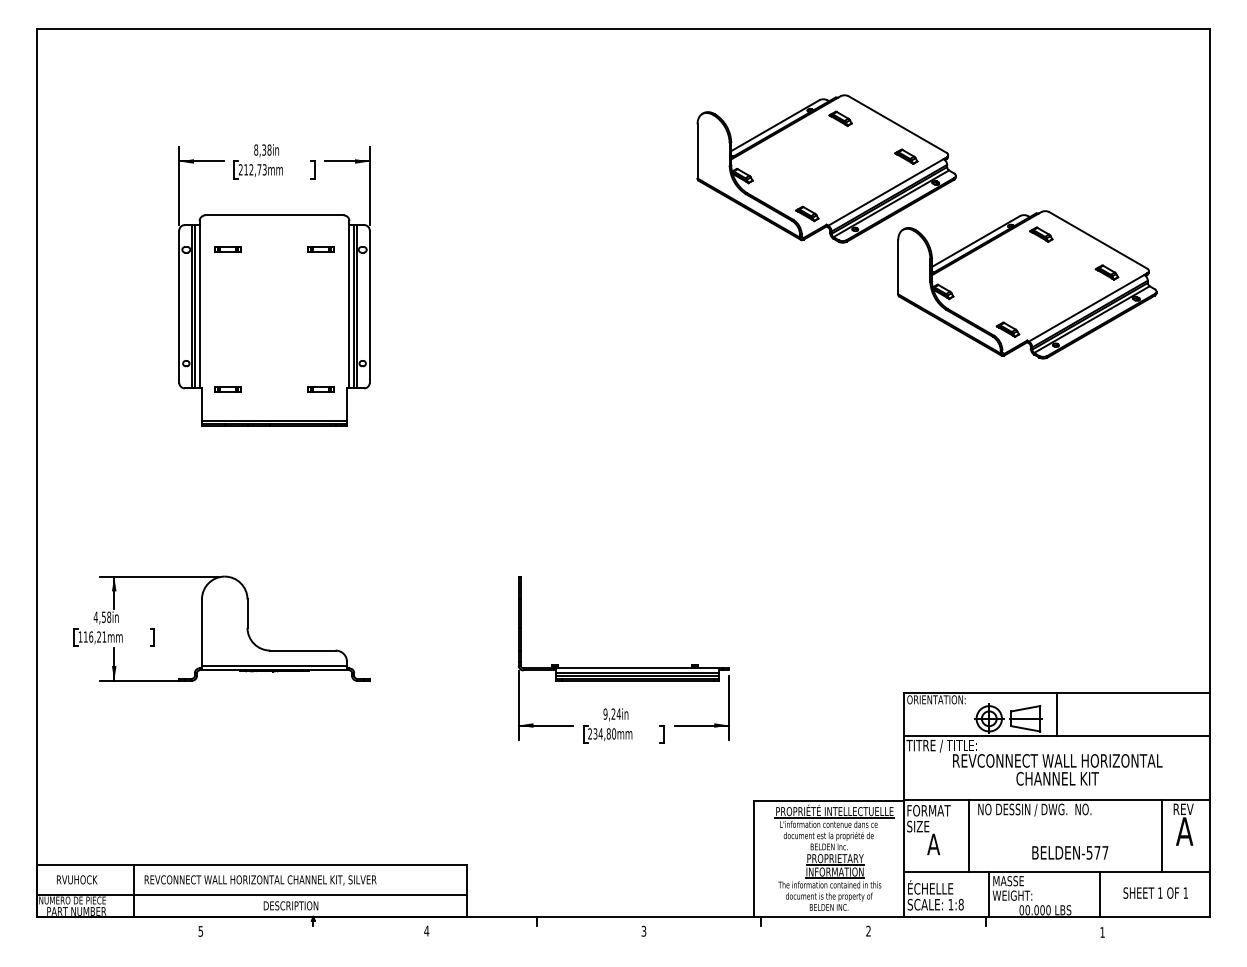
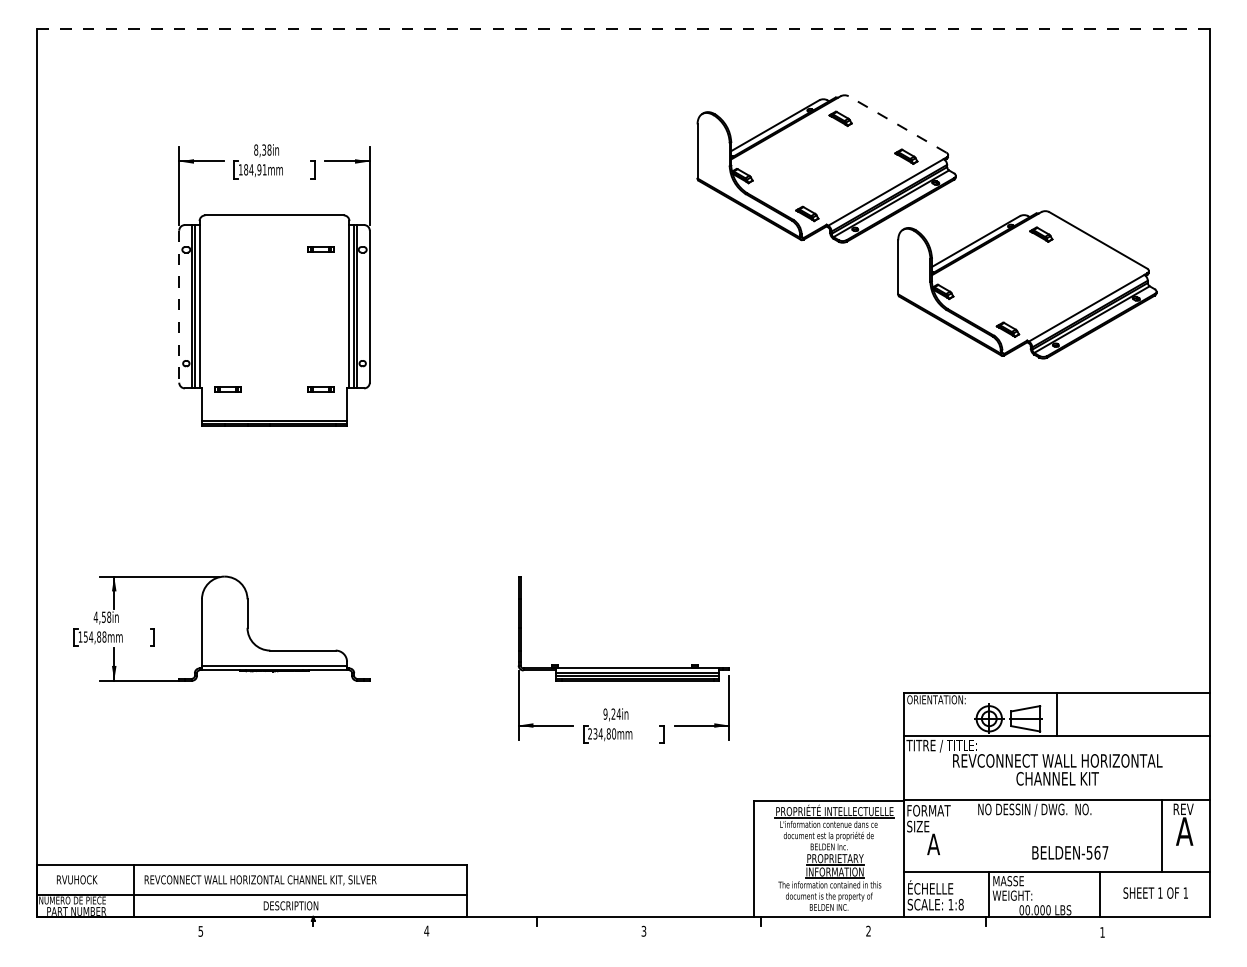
line at (623, 29): solid -> dashed
line at (897, 124): solid -> dashed
text at (252, 169): 212,73mm -> 184,91mm
part at (227, 249): present -> none
part at (1106, 272): present -> none
line at (179, 306): solid -> dashed
text at (94, 636): 116,21mm -> 154,88mm
line at (968, 835): present -> none
text at (1097, 852): BELDEN-577 -> BELDEN-567
